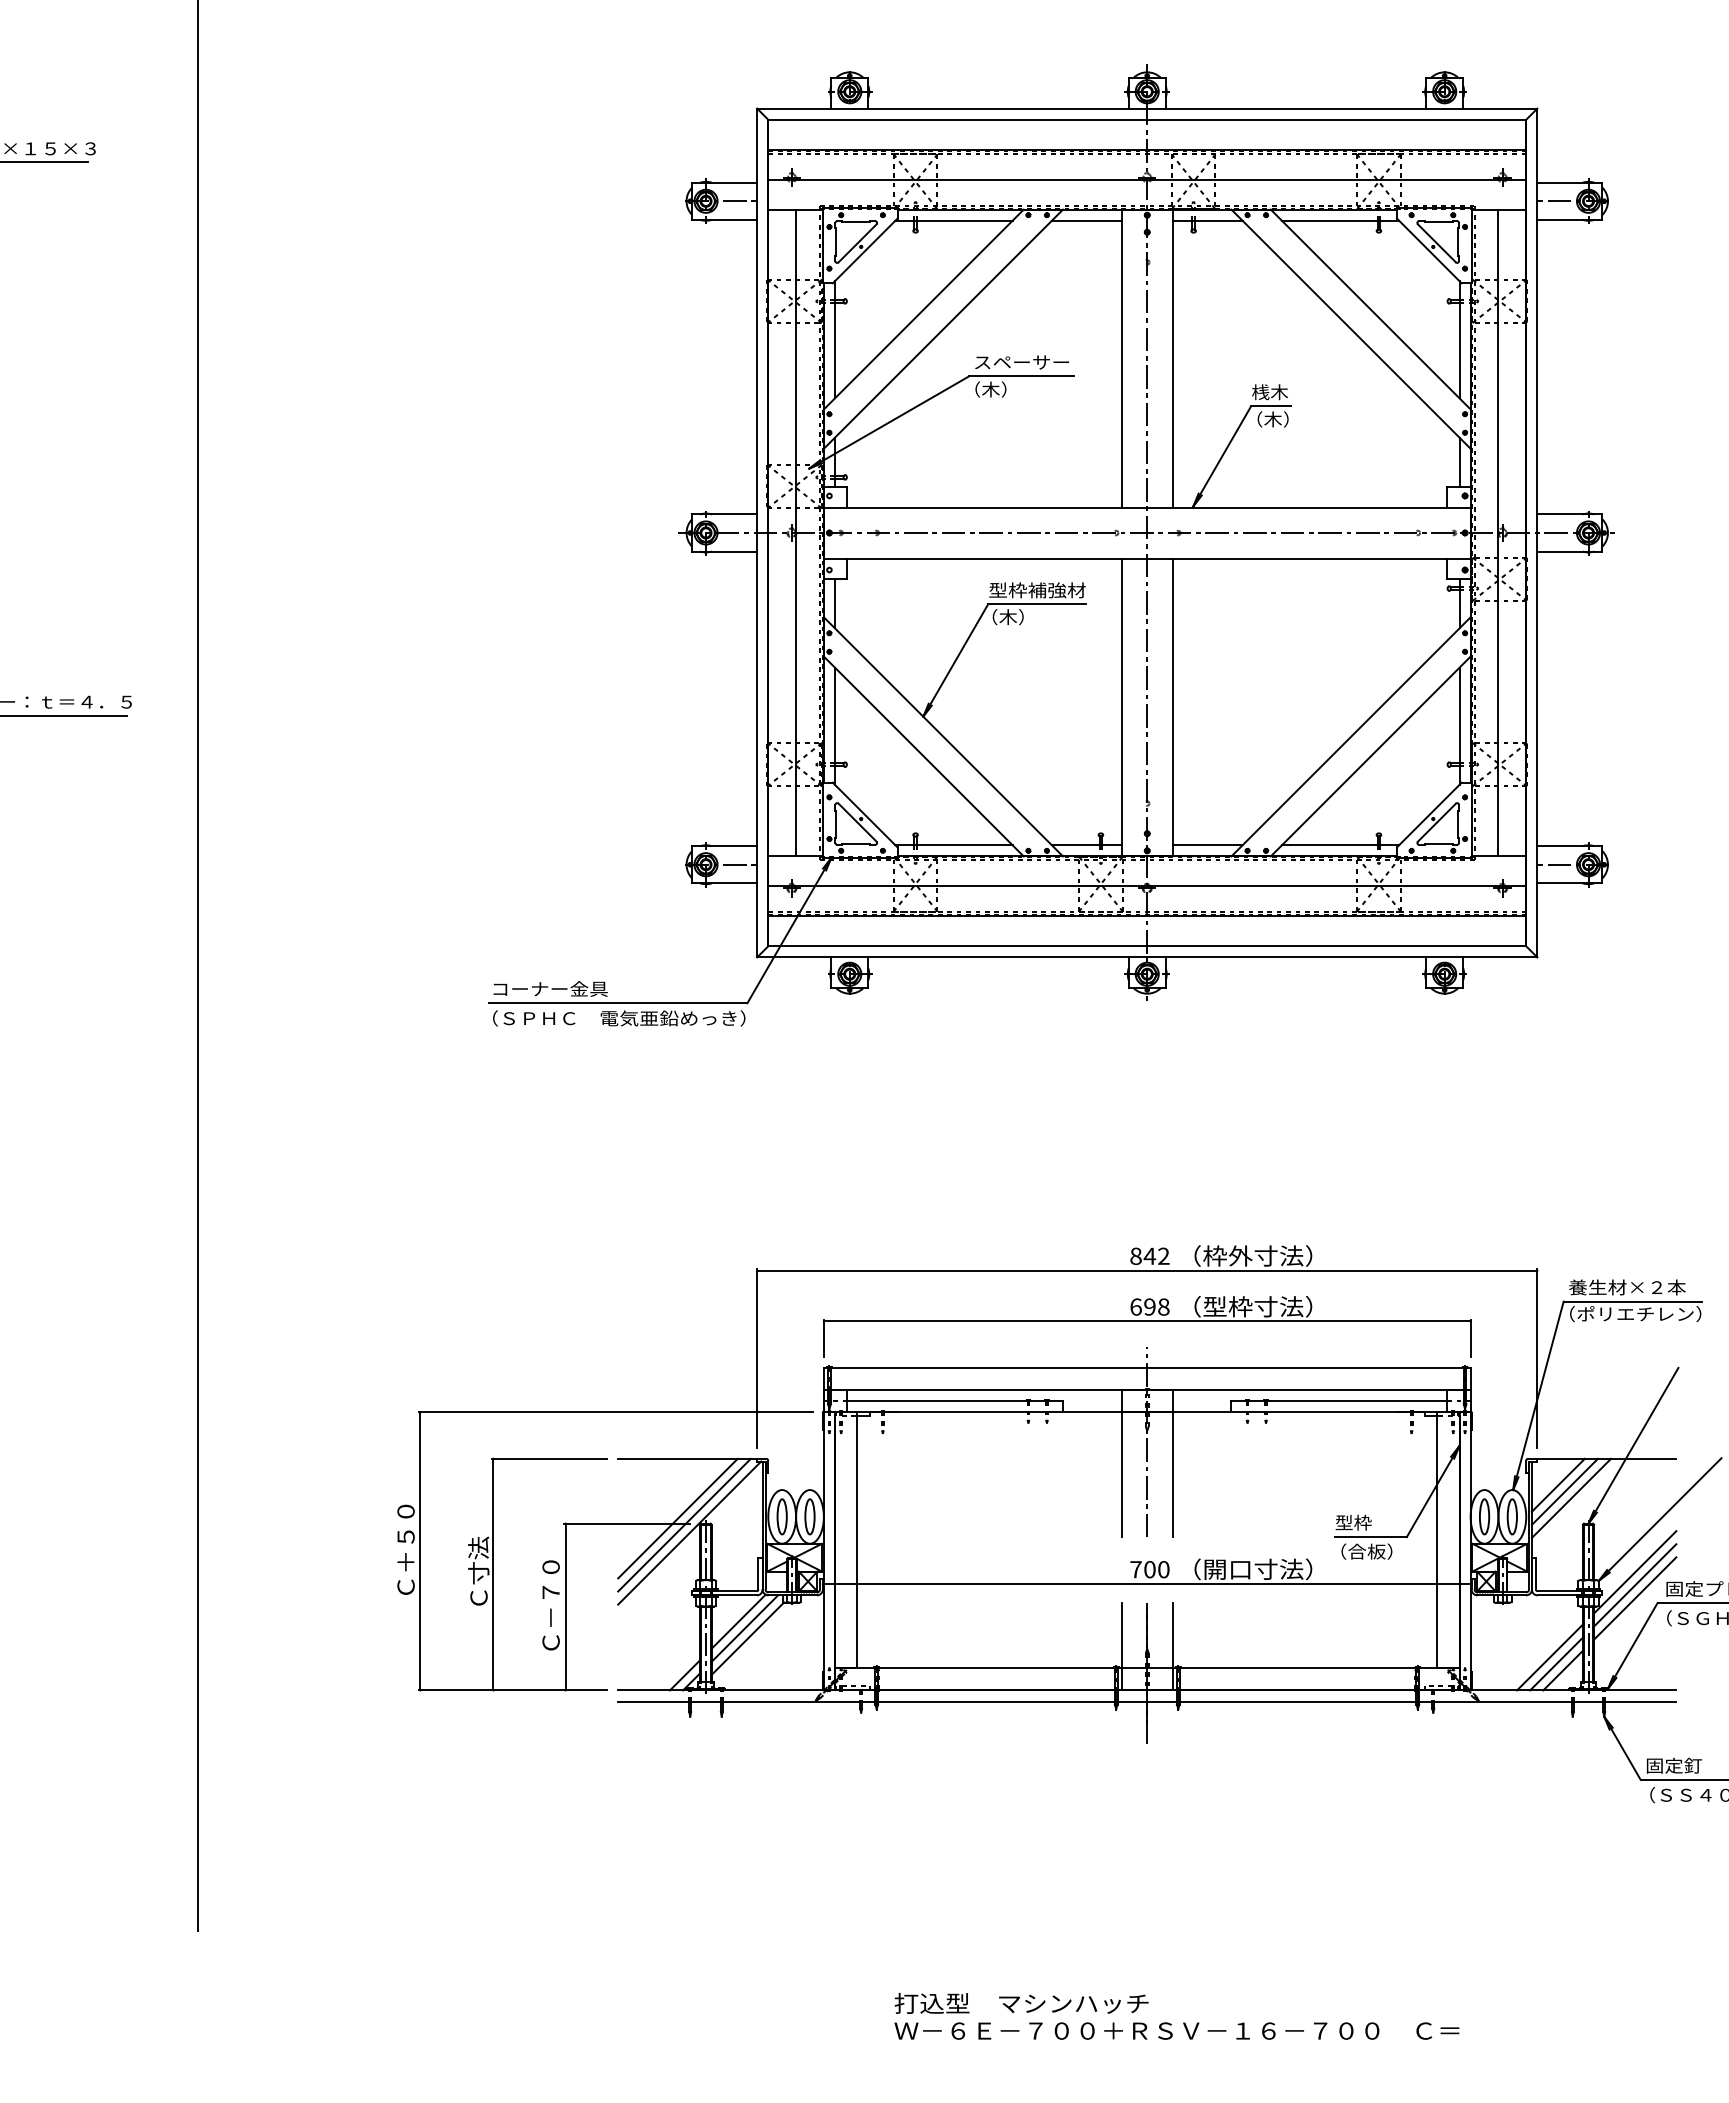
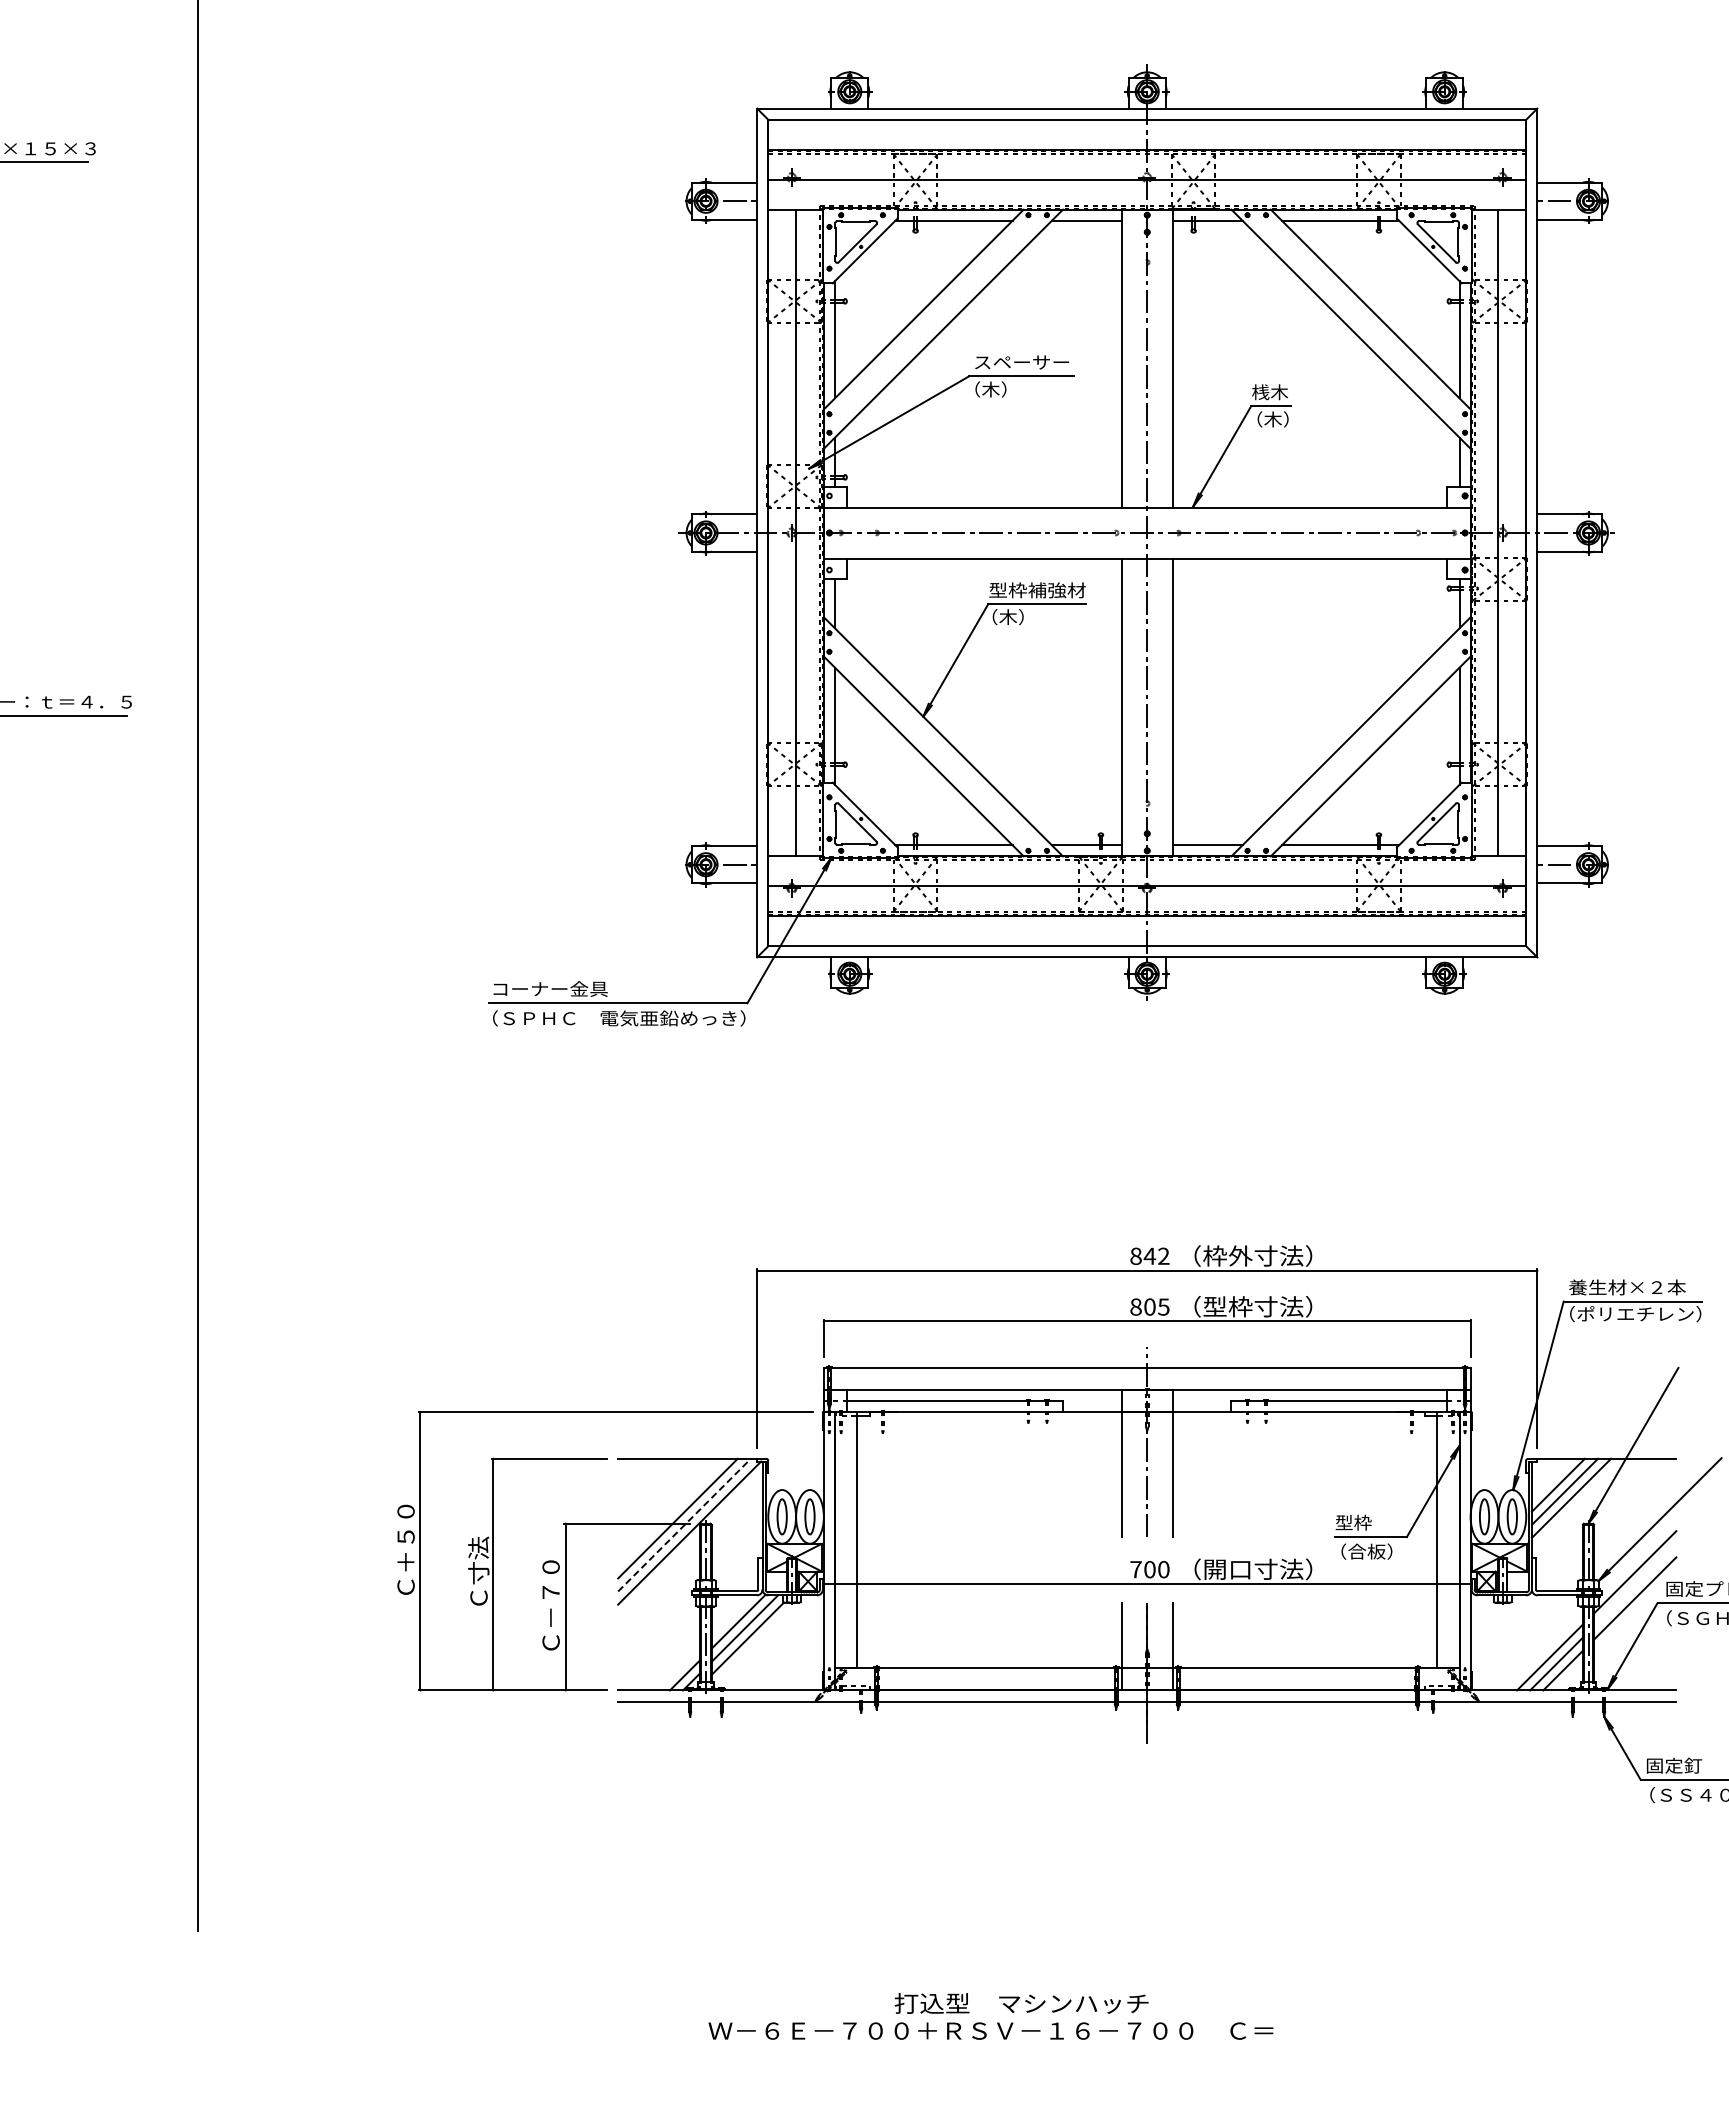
text at (1149, 1306): 698 -> 805
line at (684, 1525): solid -> dashed
line at (1635, 1585): present -> none
text at (1176, 2030) position: (1176, 2030) -> (990, 2030)
